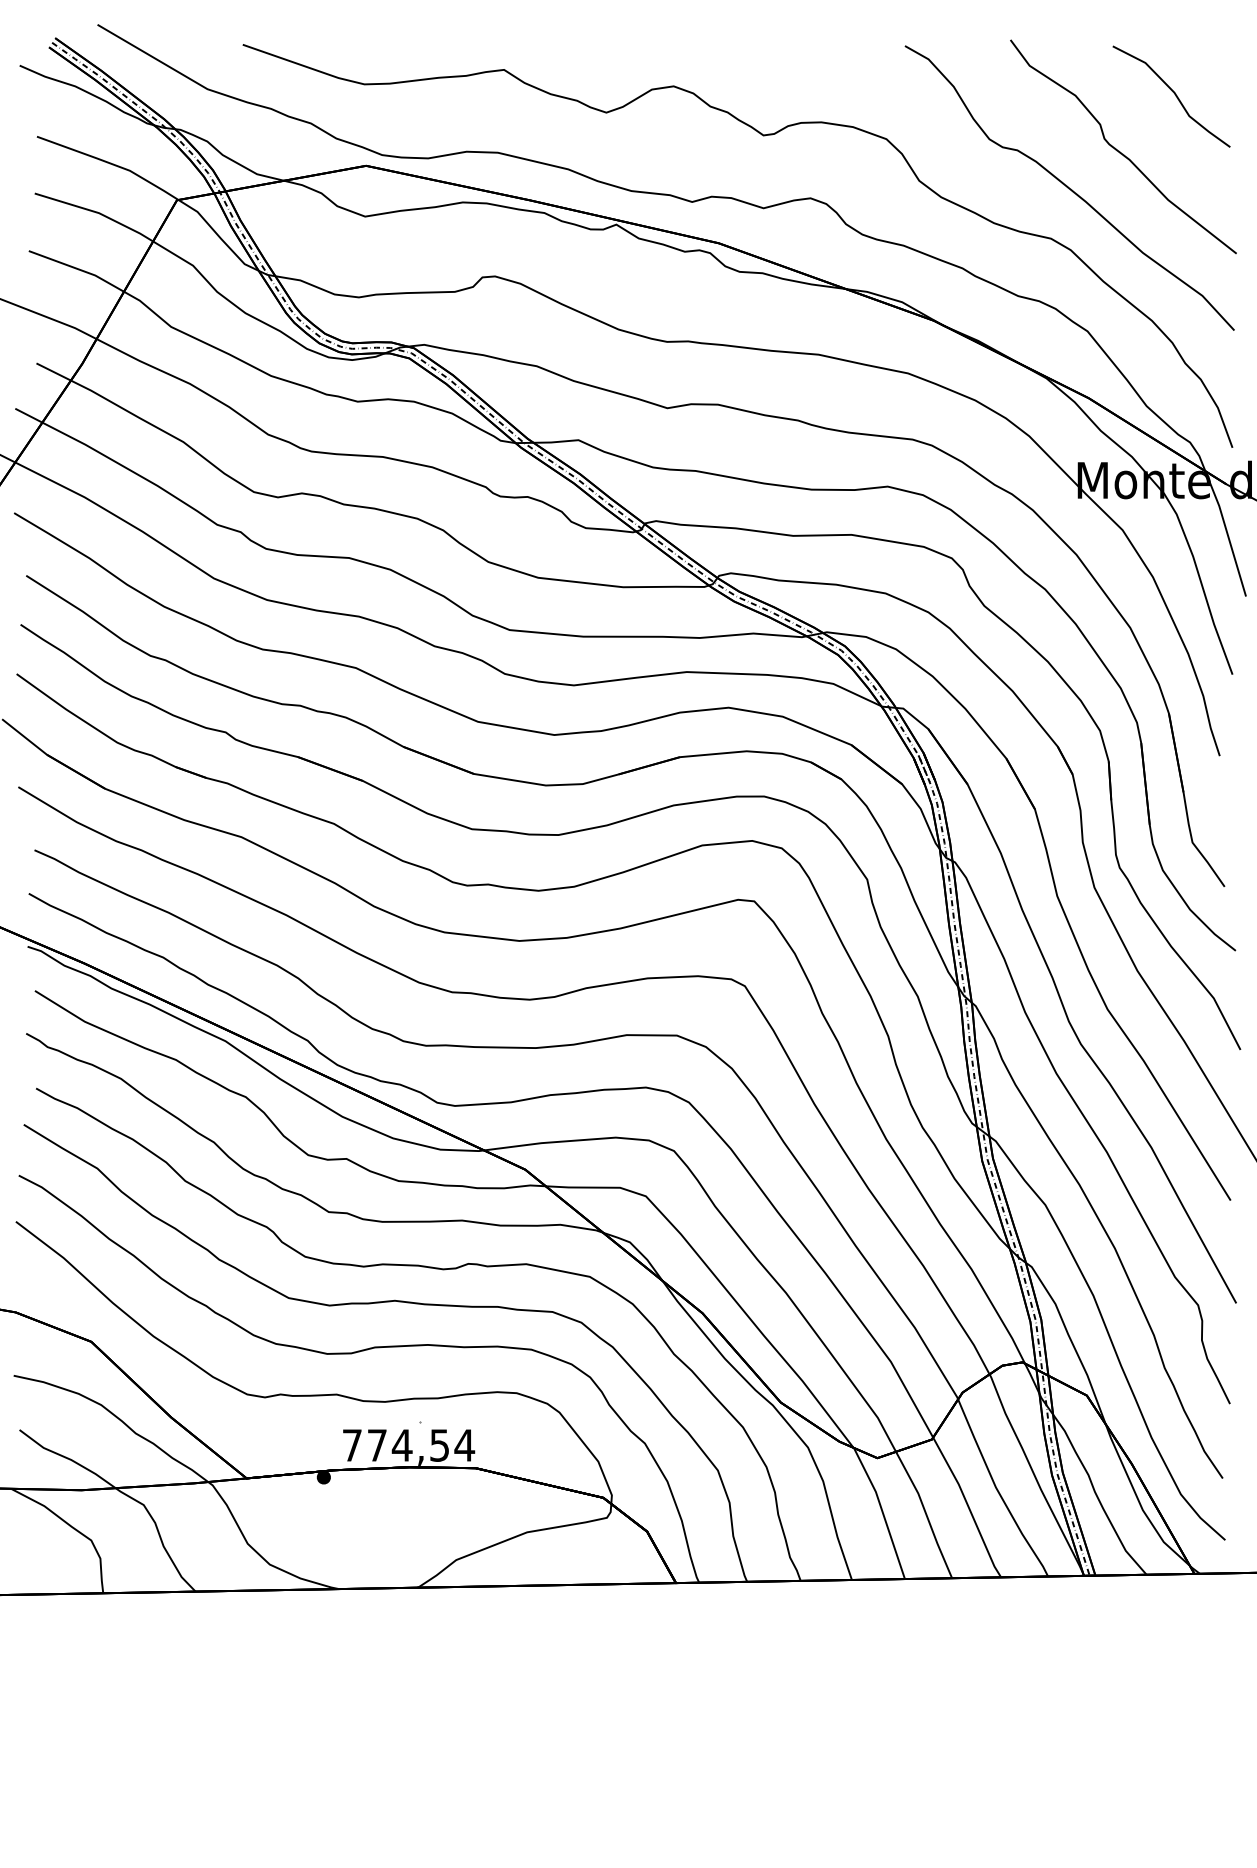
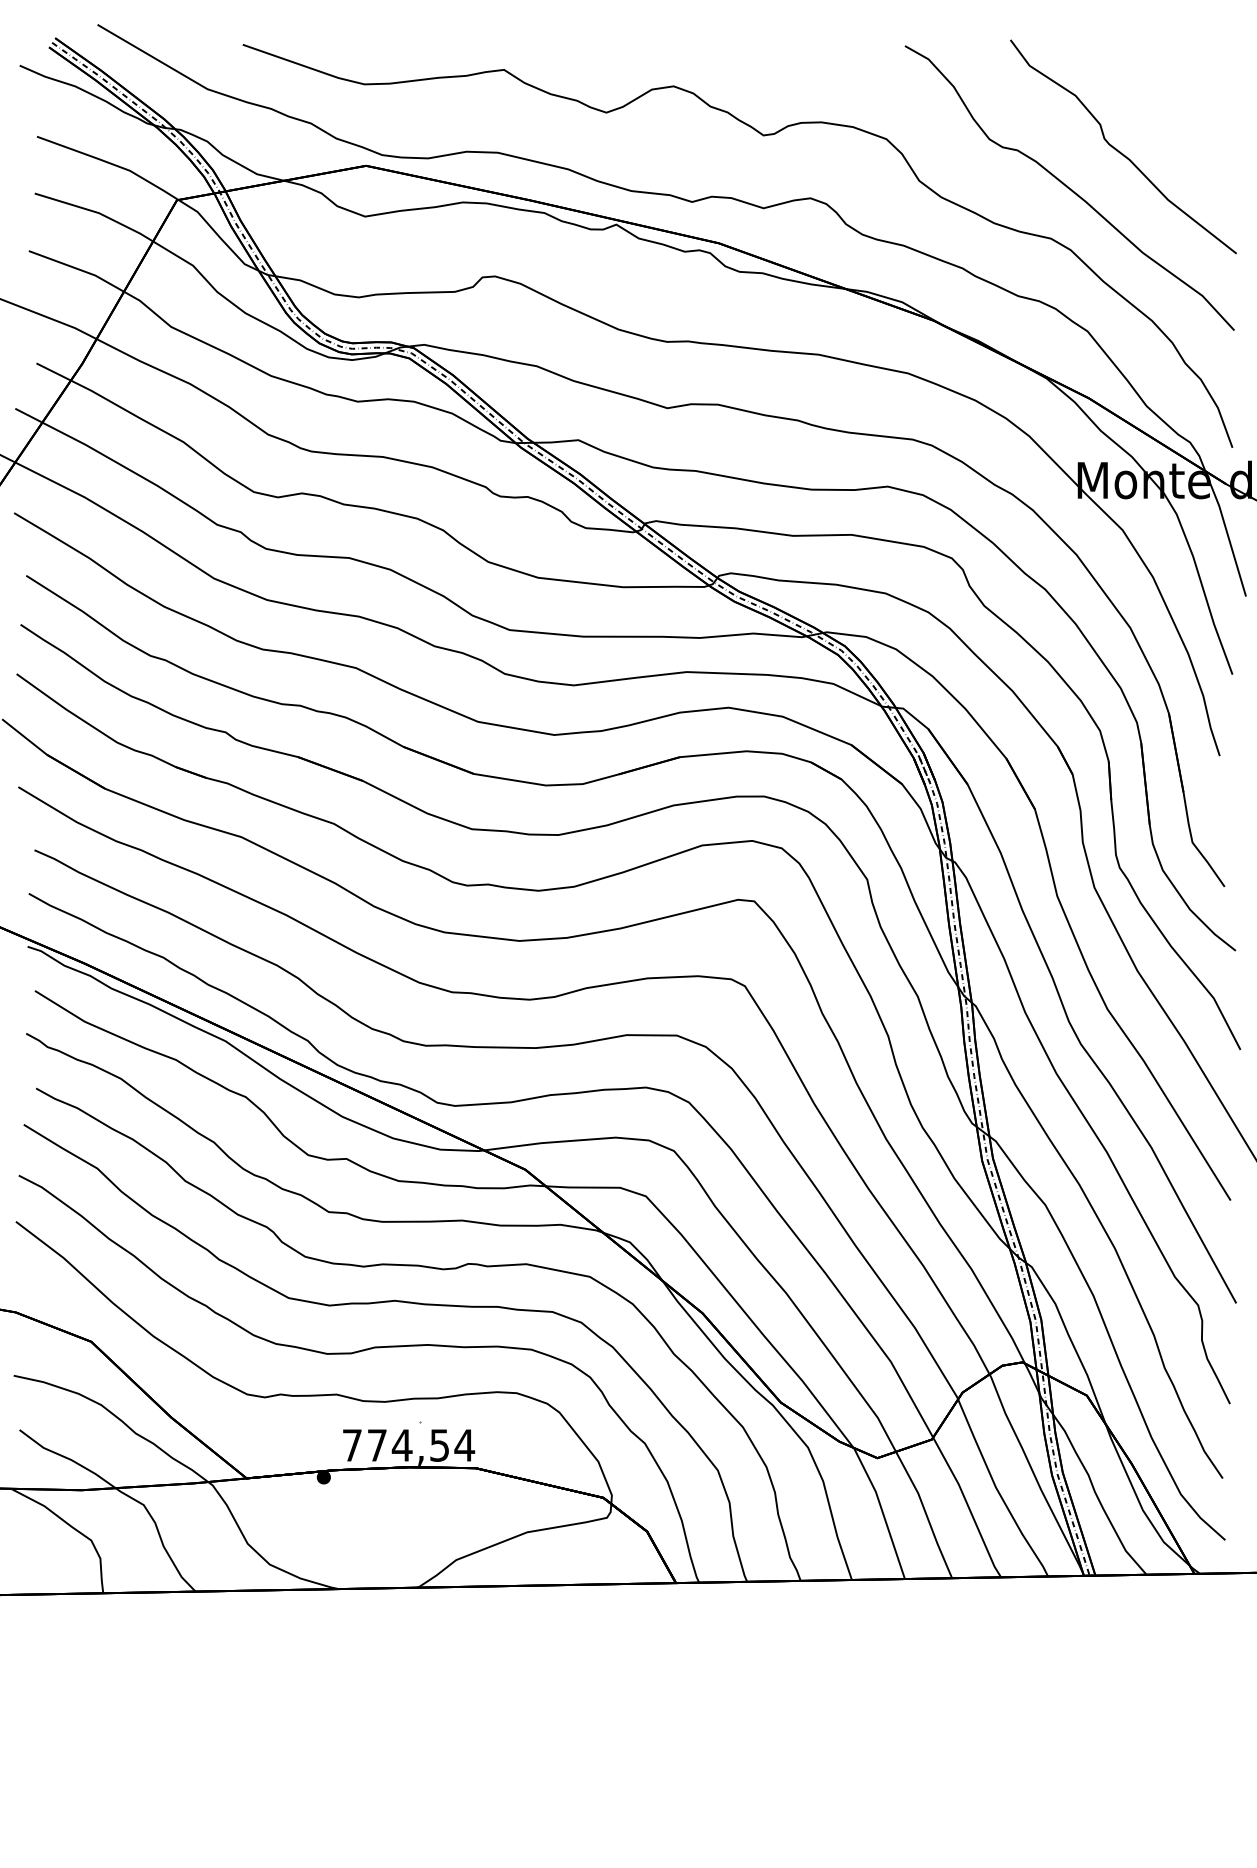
curve at (1173, 93): present -> none
